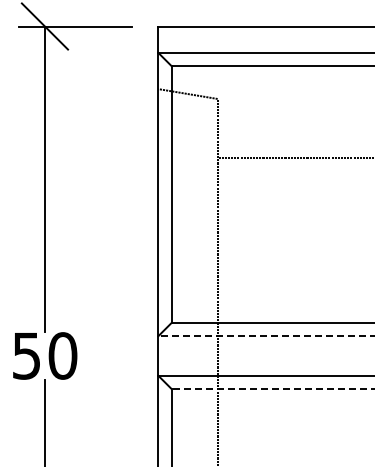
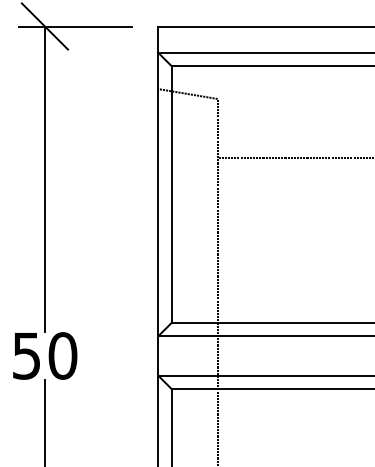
line at (266, 336): dashed -> solid
line at (272, 388): dashed -> solid
